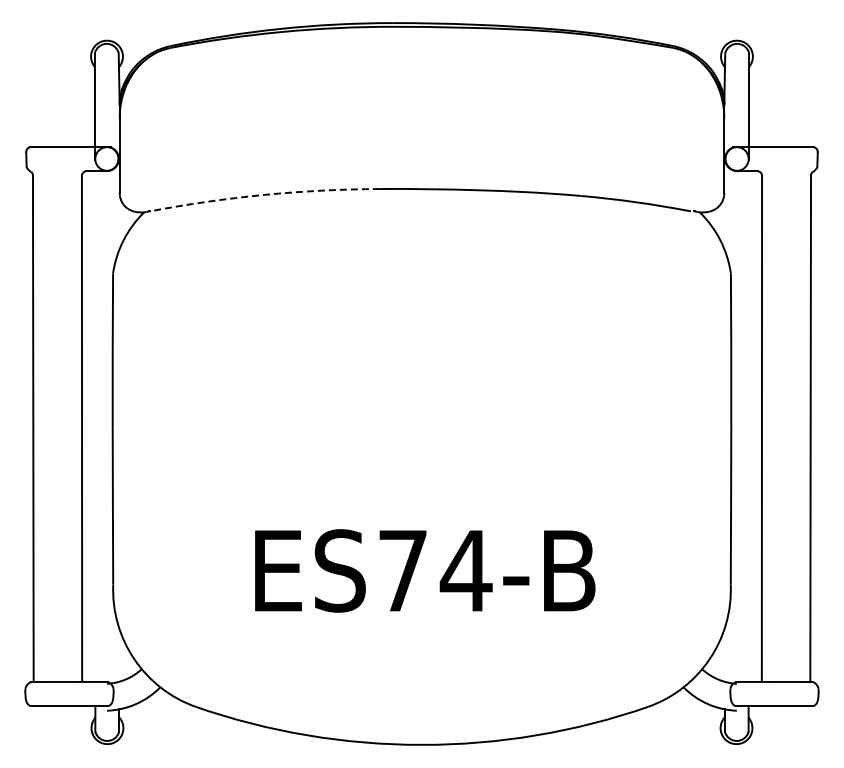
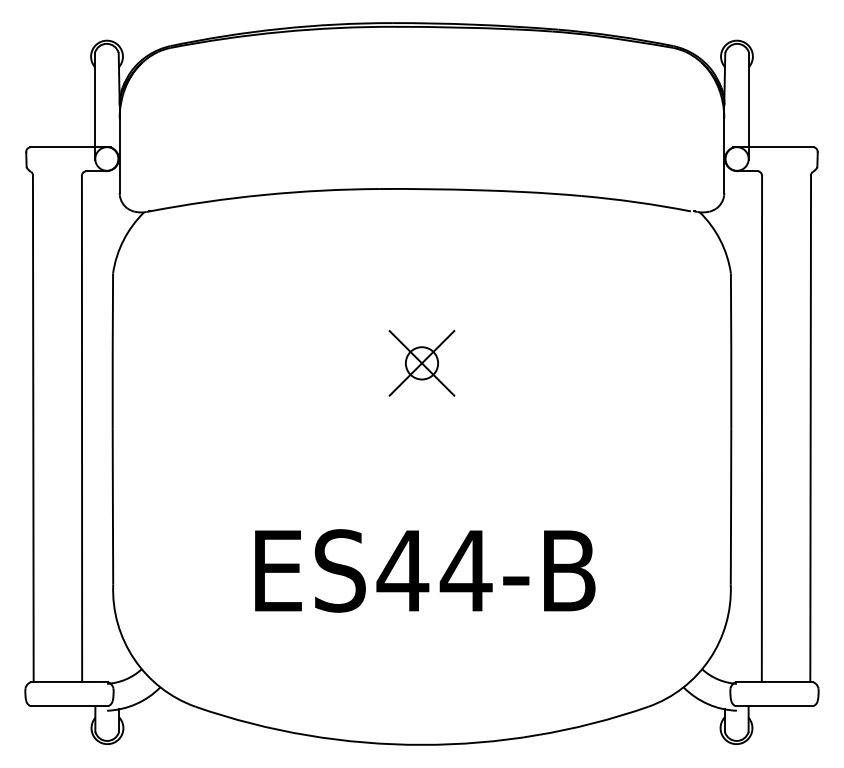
arc at (264, 194): dashed -> solid
part at (421, 363): none -> present
text at (402, 570): ES74-B -> ES44-B
